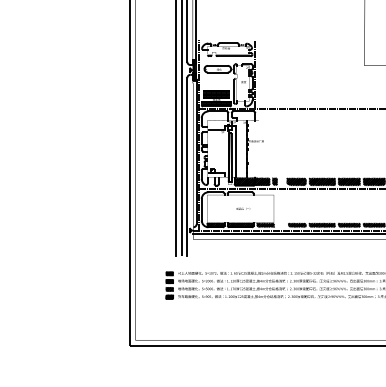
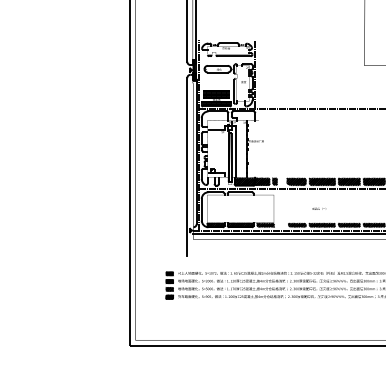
line at (176, 128): present -> none
line at (181, 128): present -> none
text at (243, 208) position: (243, 208) -> (319, 208)
